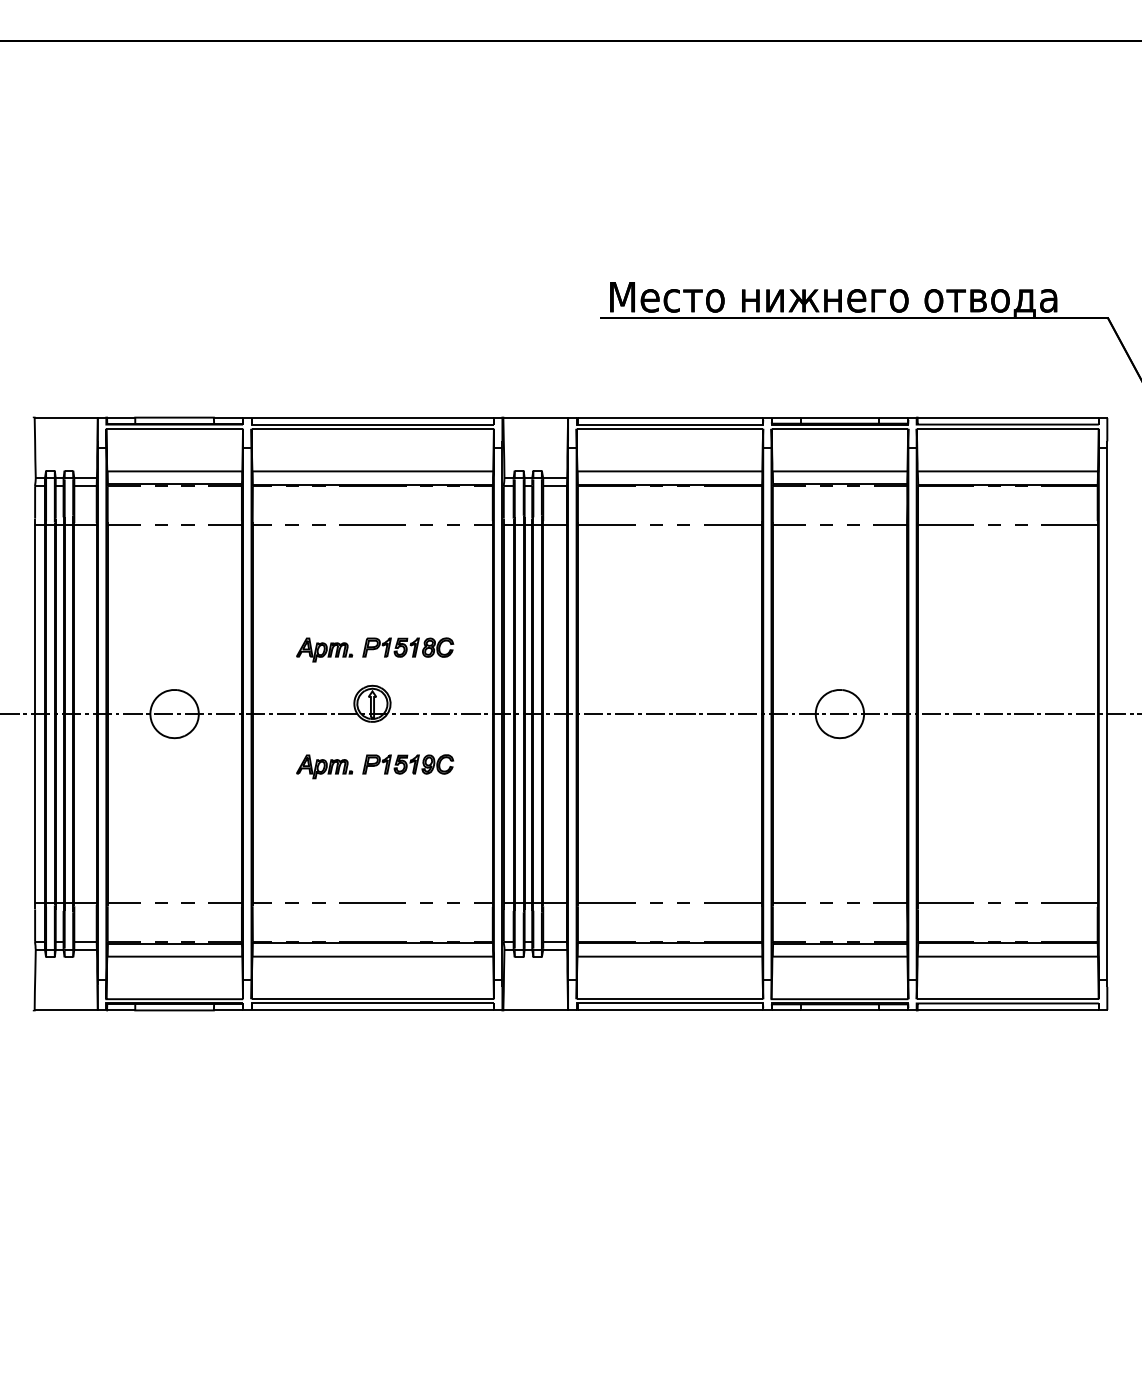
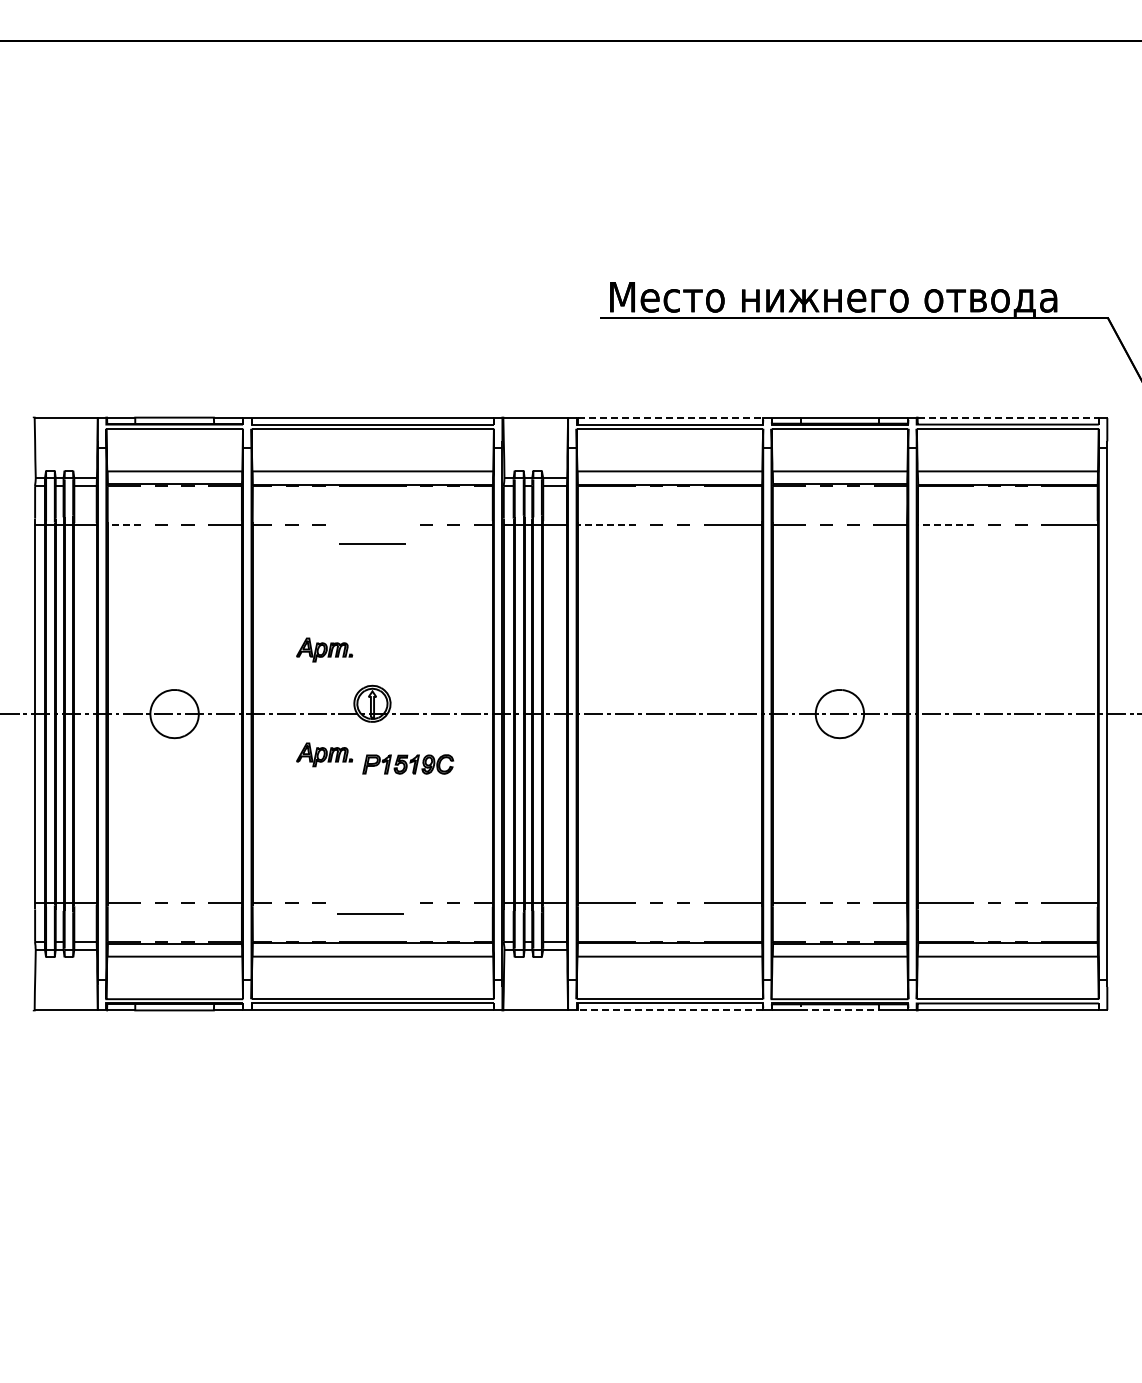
line at (670, 417): solid -> dashed
line at (1008, 417): solid -> dashed
line at (372, 524) position: (372, 524) -> (372, 543)
line at (124, 525): solid -> dashed
line at (606, 525): solid -> dashed
line at (945, 525): solid -> dashed
part at (408, 647): present -> none
part at (324, 766) position: (324, 766) -> (324, 754)
line at (372, 902) position: (372, 902) -> (370, 913)
line at (670, 1010): solid -> dashed
line at (839, 1010): solid -> dashed
